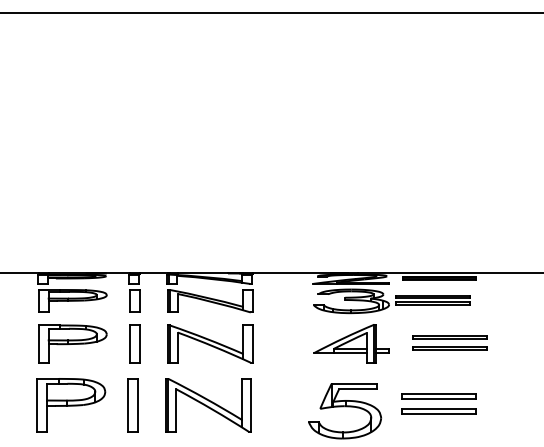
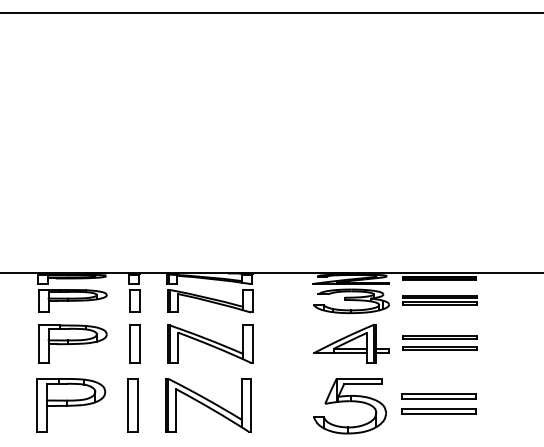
part at (432, 300) position: (432, 300) -> (439, 300)
part at (449, 342) position: (449, 342) -> (439, 342)
part at (344, 411) position: (344, 411) -> (349, 406)
